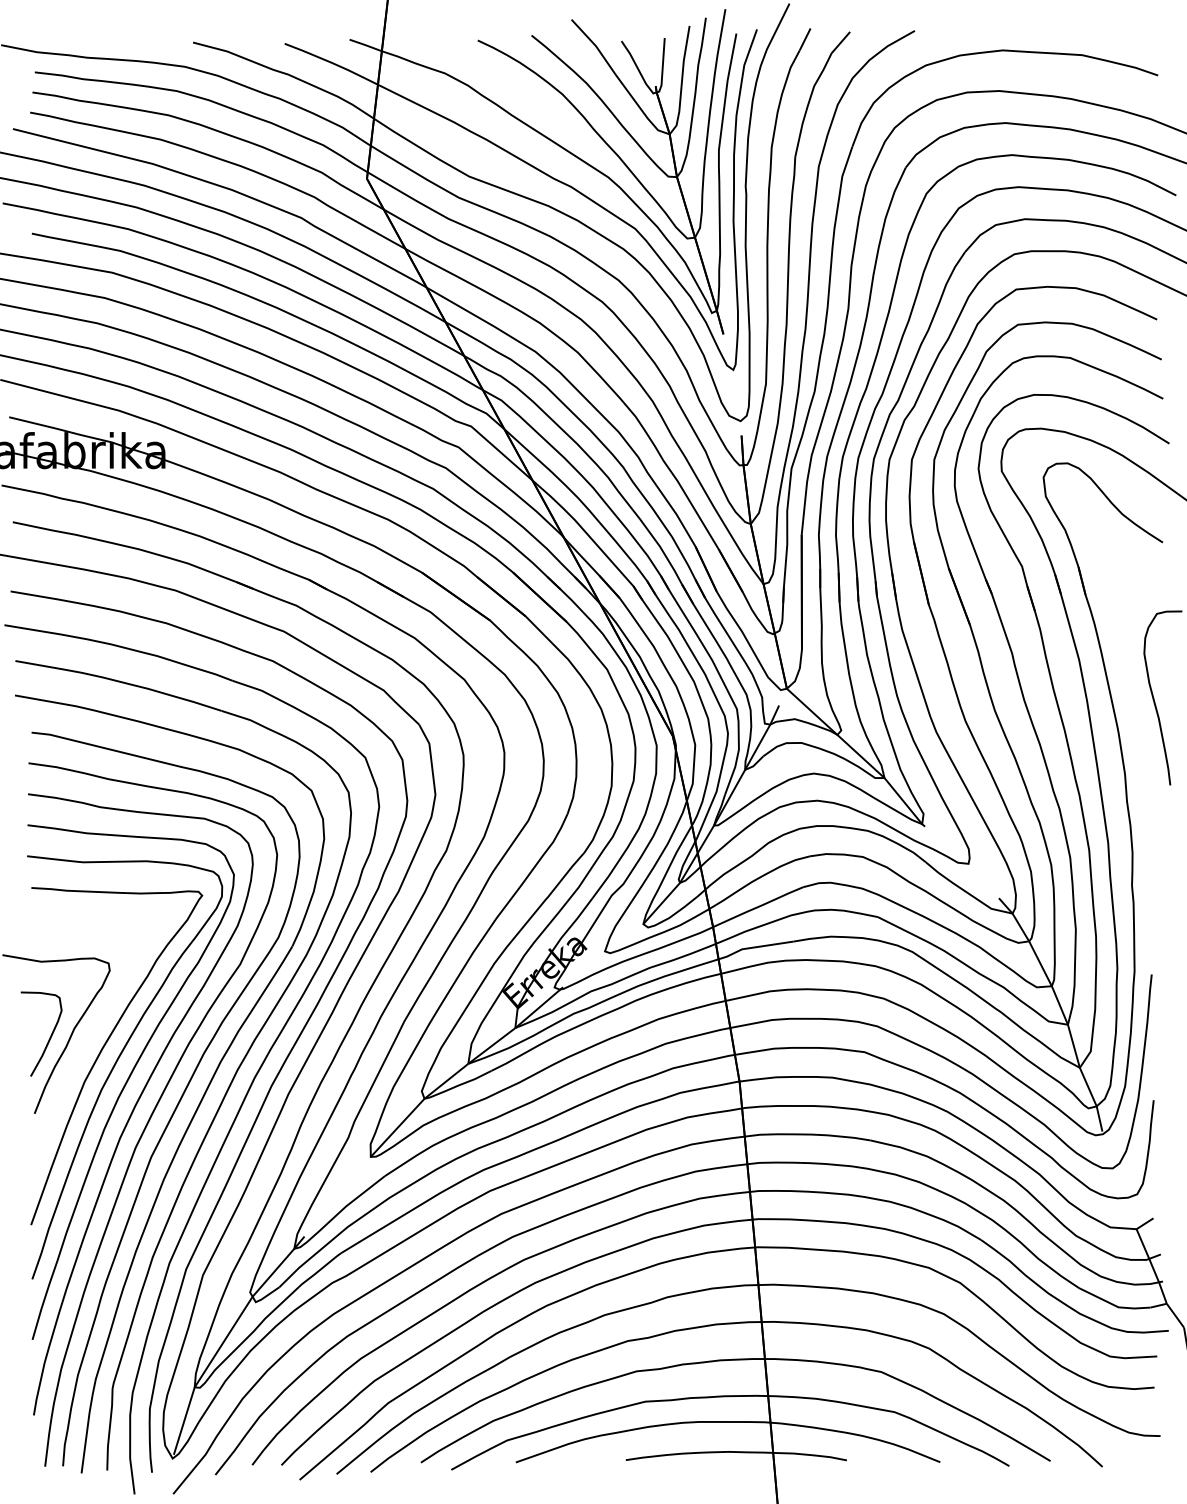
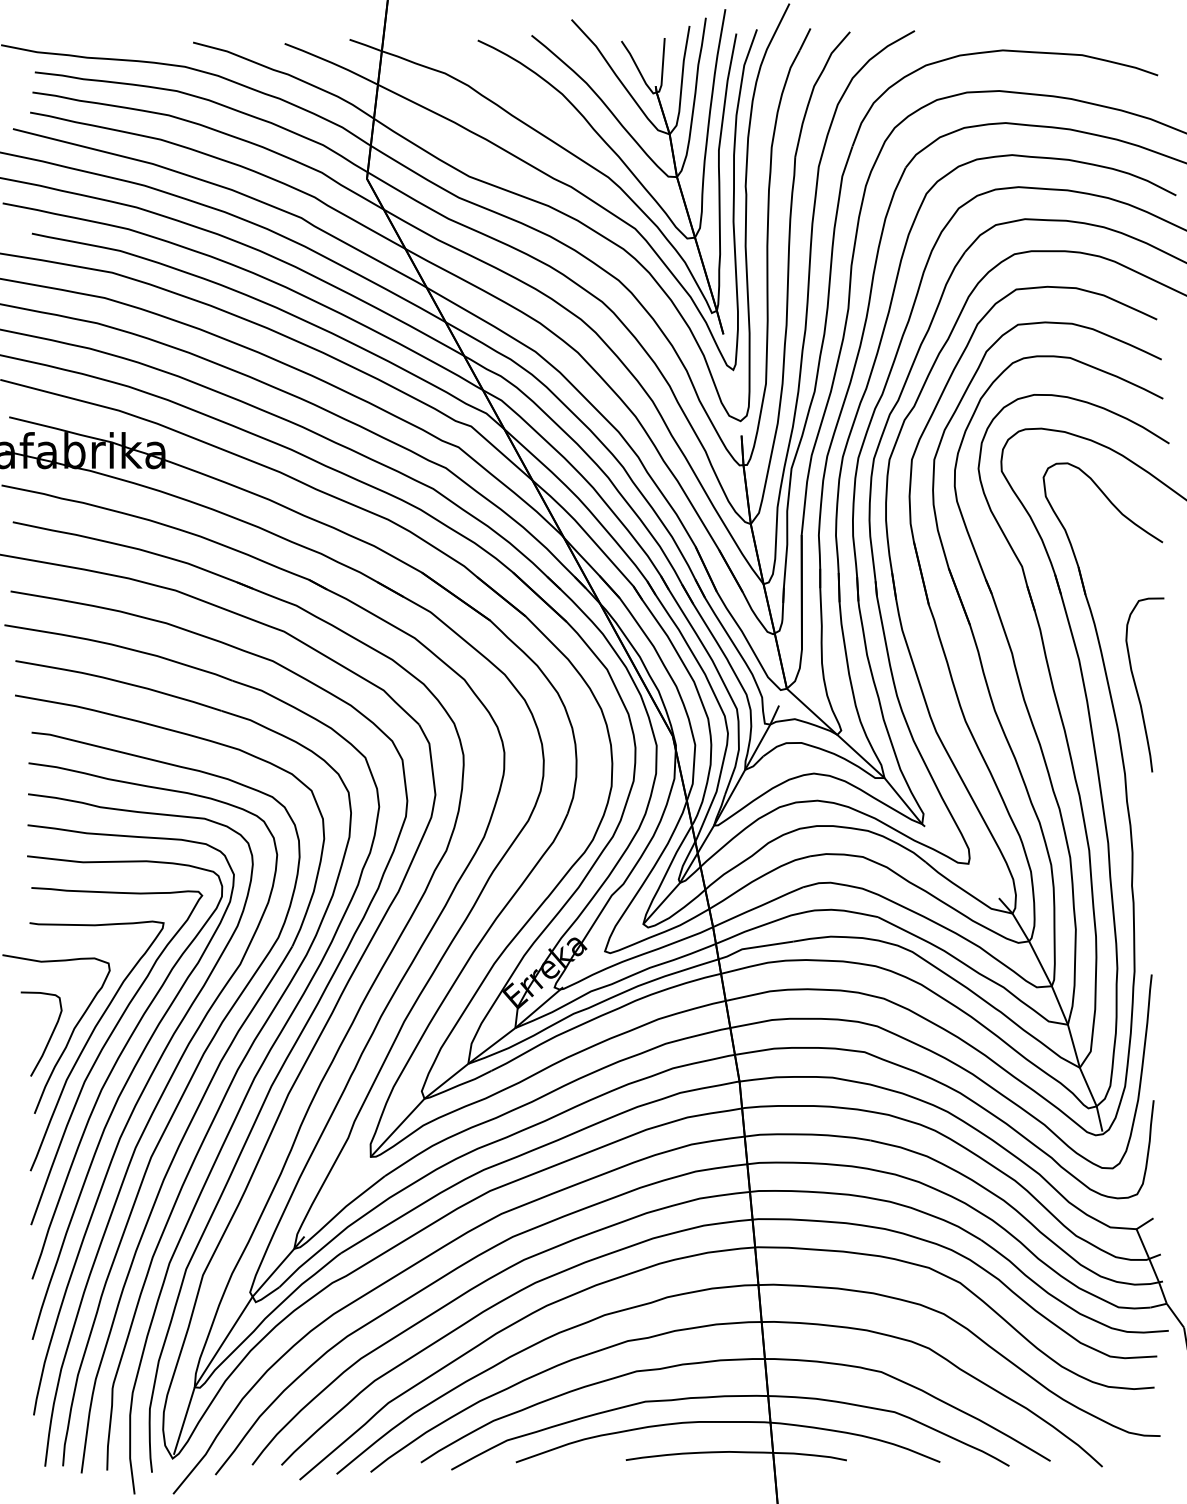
curve at (1154, 697) position: (1154, 697) -> (1136, 684)
curve at (89, 1040): none -> present
